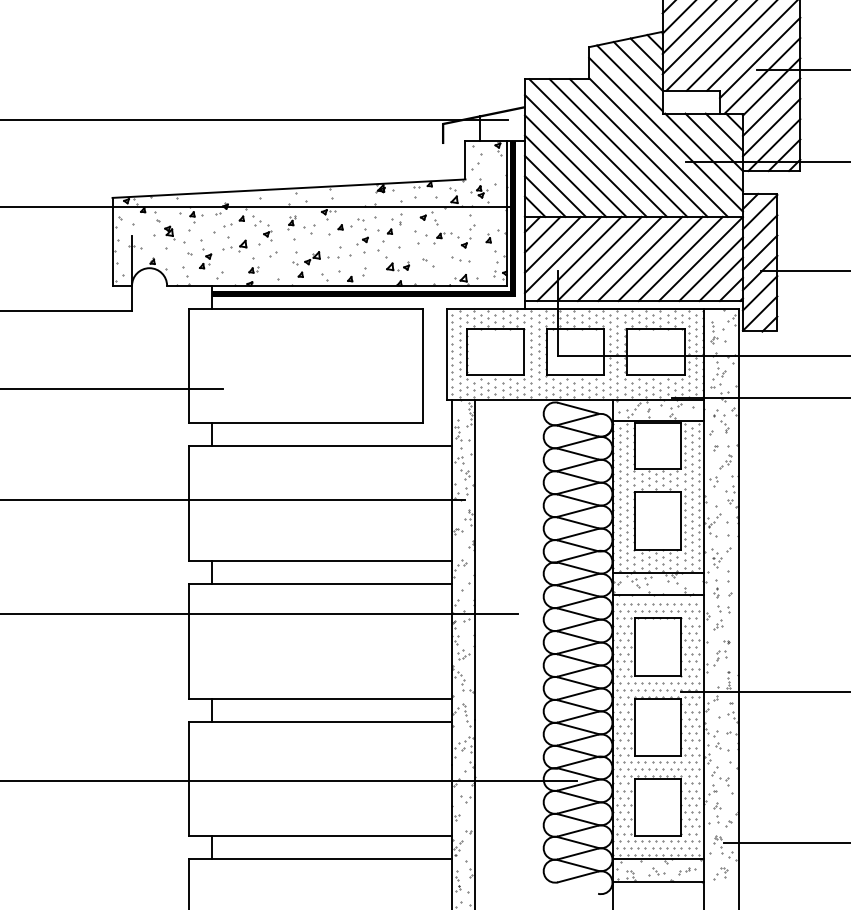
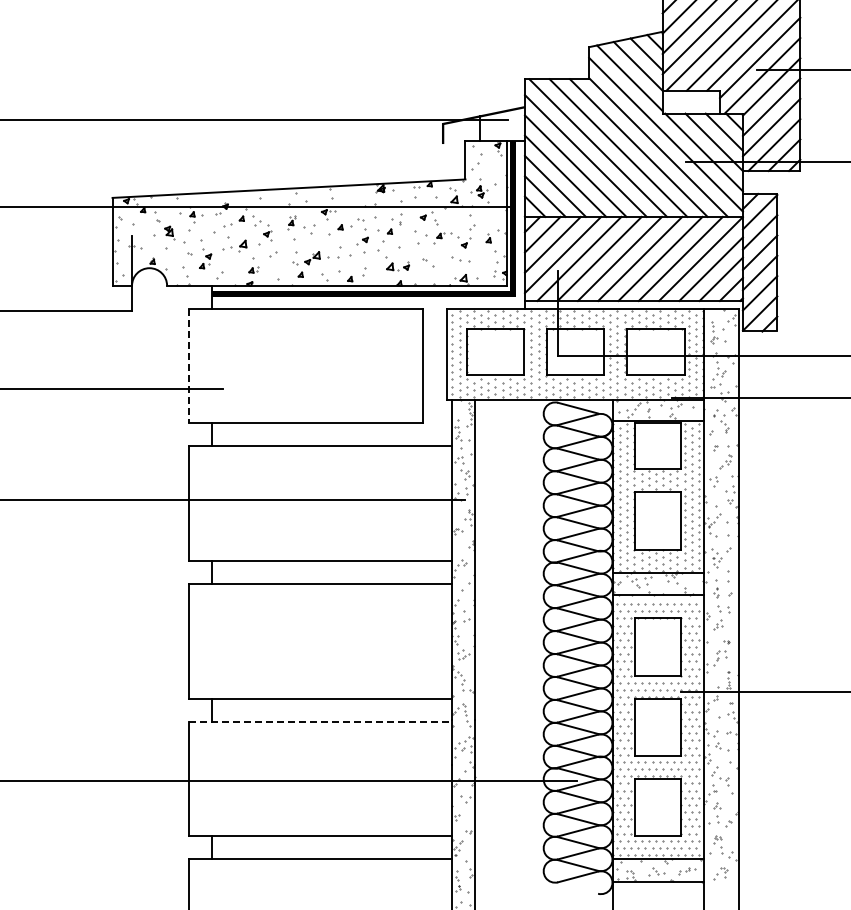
line at (804, 270): present -> none
line at (188, 366): solid -> dashed
line at (259, 613): present -> none
line at (320, 721): solid -> dashed
line at (785, 843): present -> none
